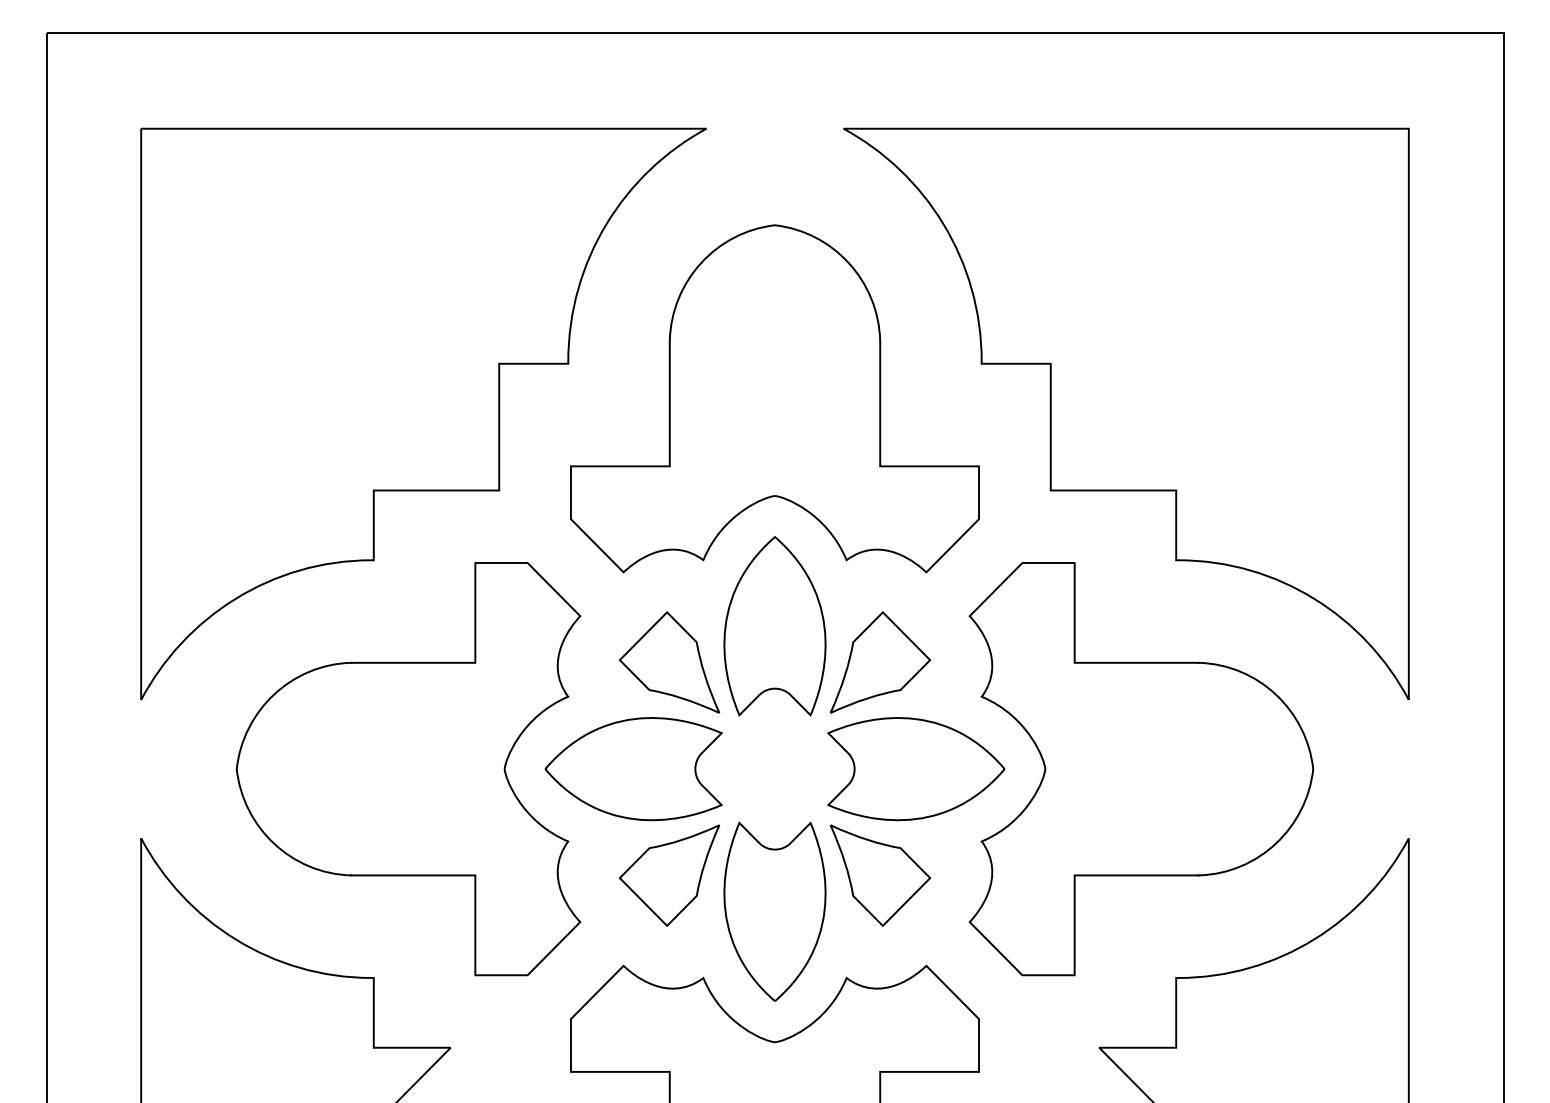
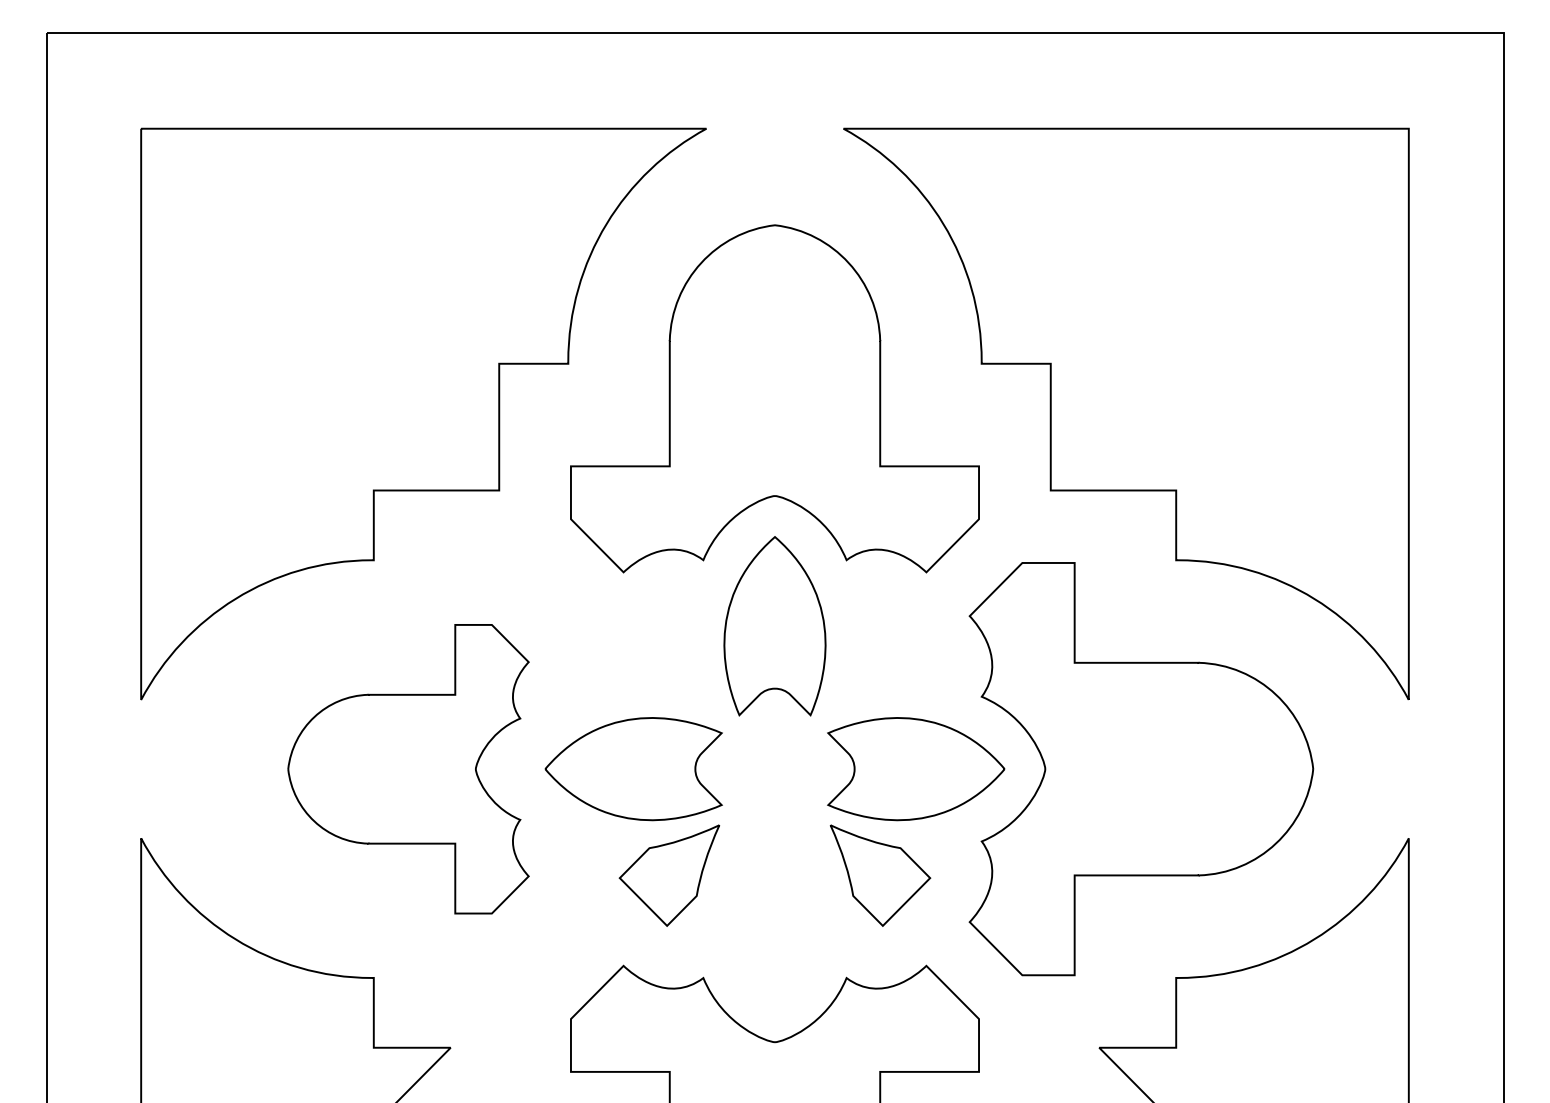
part at (669, 662): present -> none
part at (880, 662): present -> none
part at (408, 769) size: 347x415 px -> 243x291 px
part at (774, 911): present -> none
